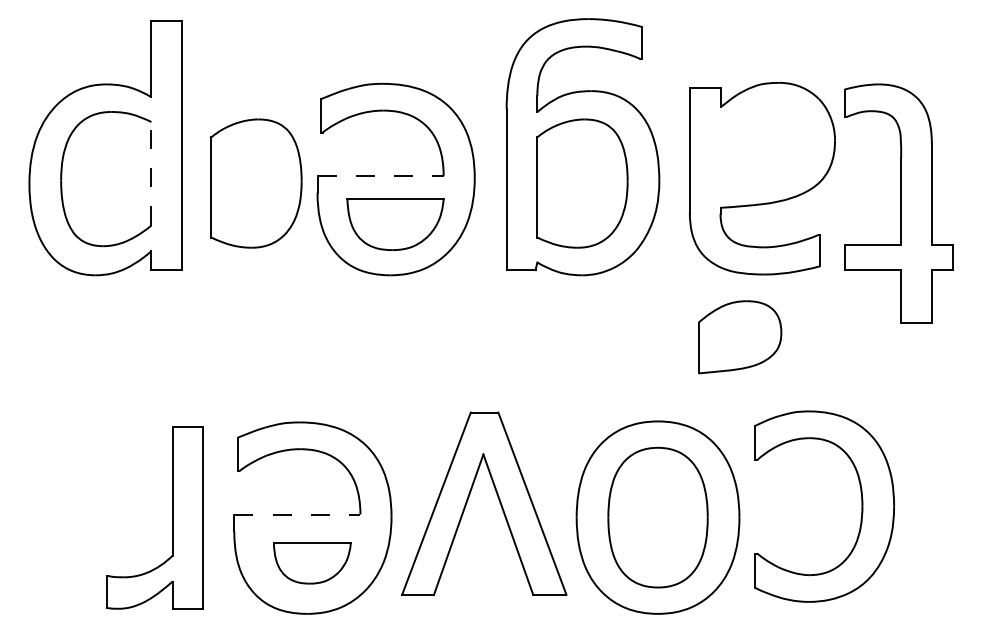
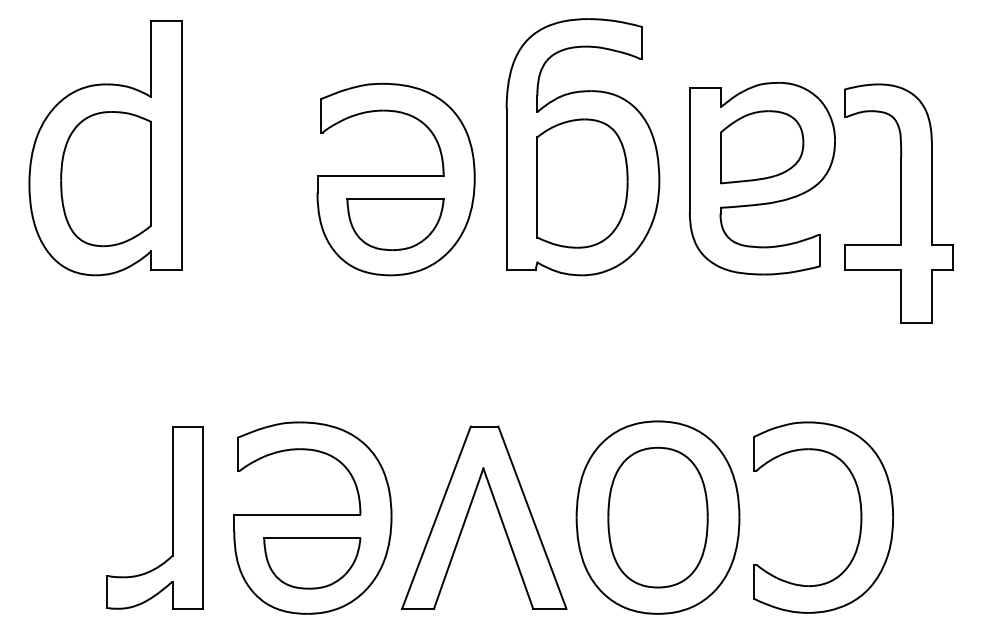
line at (151, 173): dashed -> solid
line at (381, 175): dashed -> solid
part at (256, 183): present -> none
part at (740, 337) position: (740, 337) -> (762, 147)
part at (497, 497) position: (497, 497) -> (497, 511)
part at (861, 506) position: (861, 506) -> (860, 517)
line at (297, 514): dashed -> solid
part at (312, 563) size: 79x43 px -> 99x53 px
